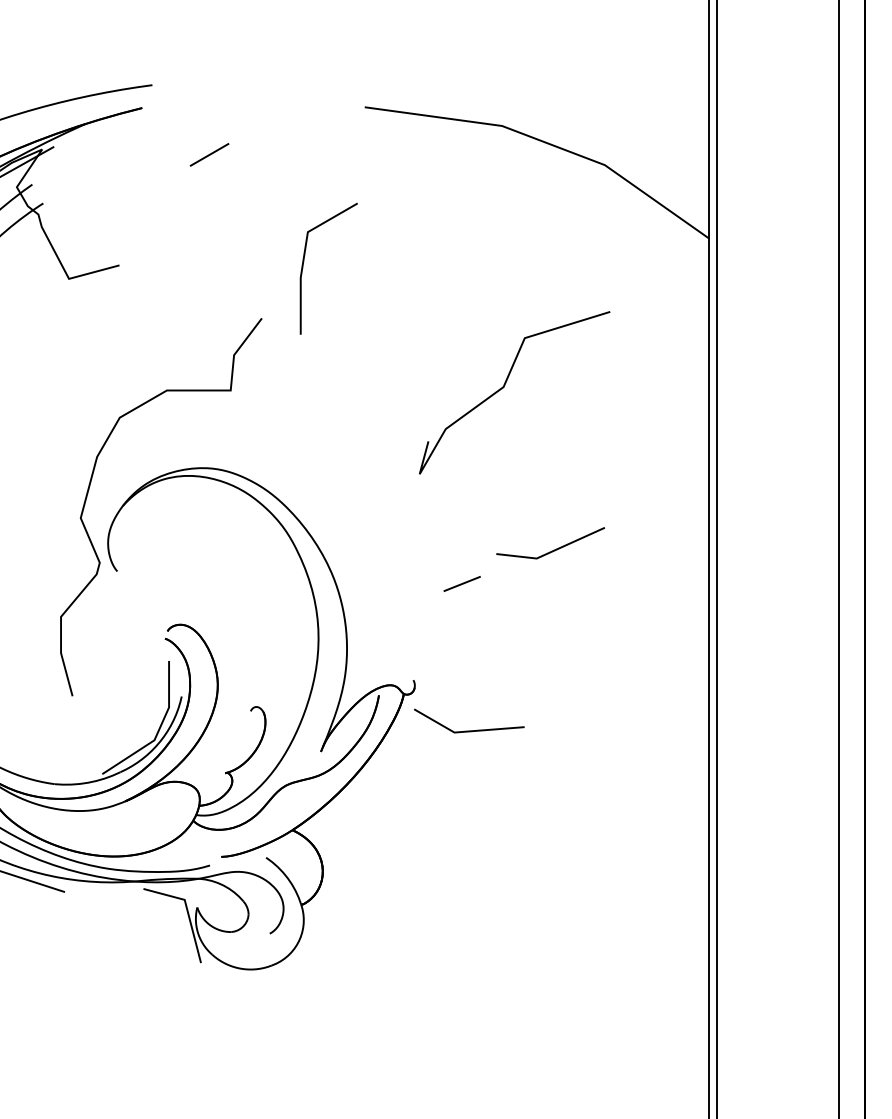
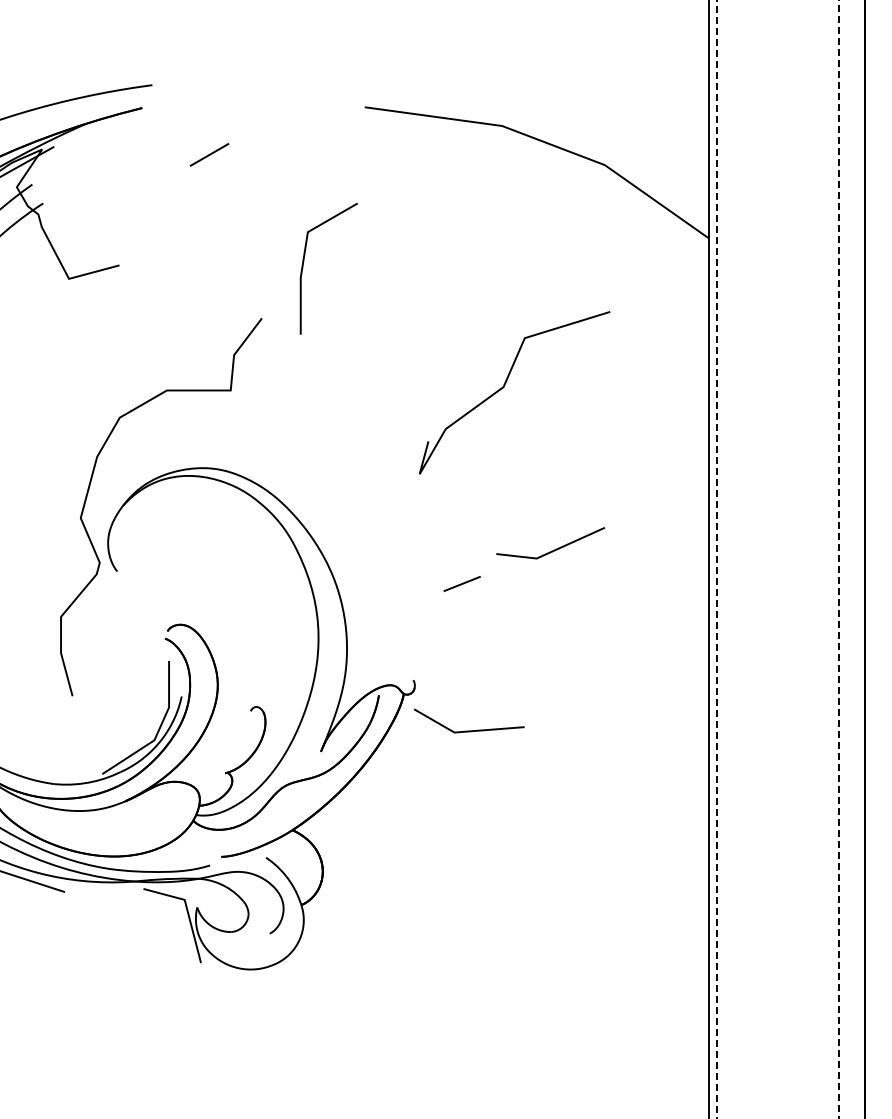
line at (717, 559): solid -> dashed
line at (839, 559): solid -> dashed
